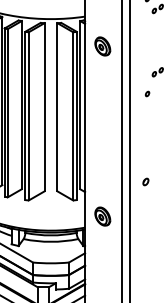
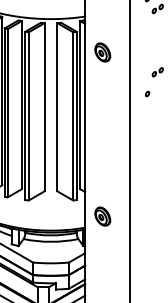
part at (102, 46) position: (102, 46) -> (102, 52)
line at (121, 150): present -> none
part at (145, 181): present -> none
